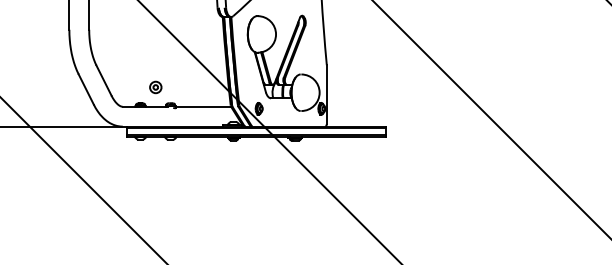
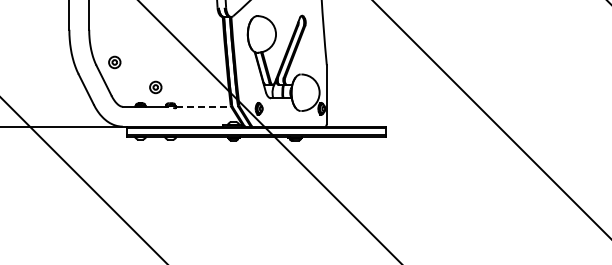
part at (114, 62): none -> present
line at (203, 106): solid -> dashed
